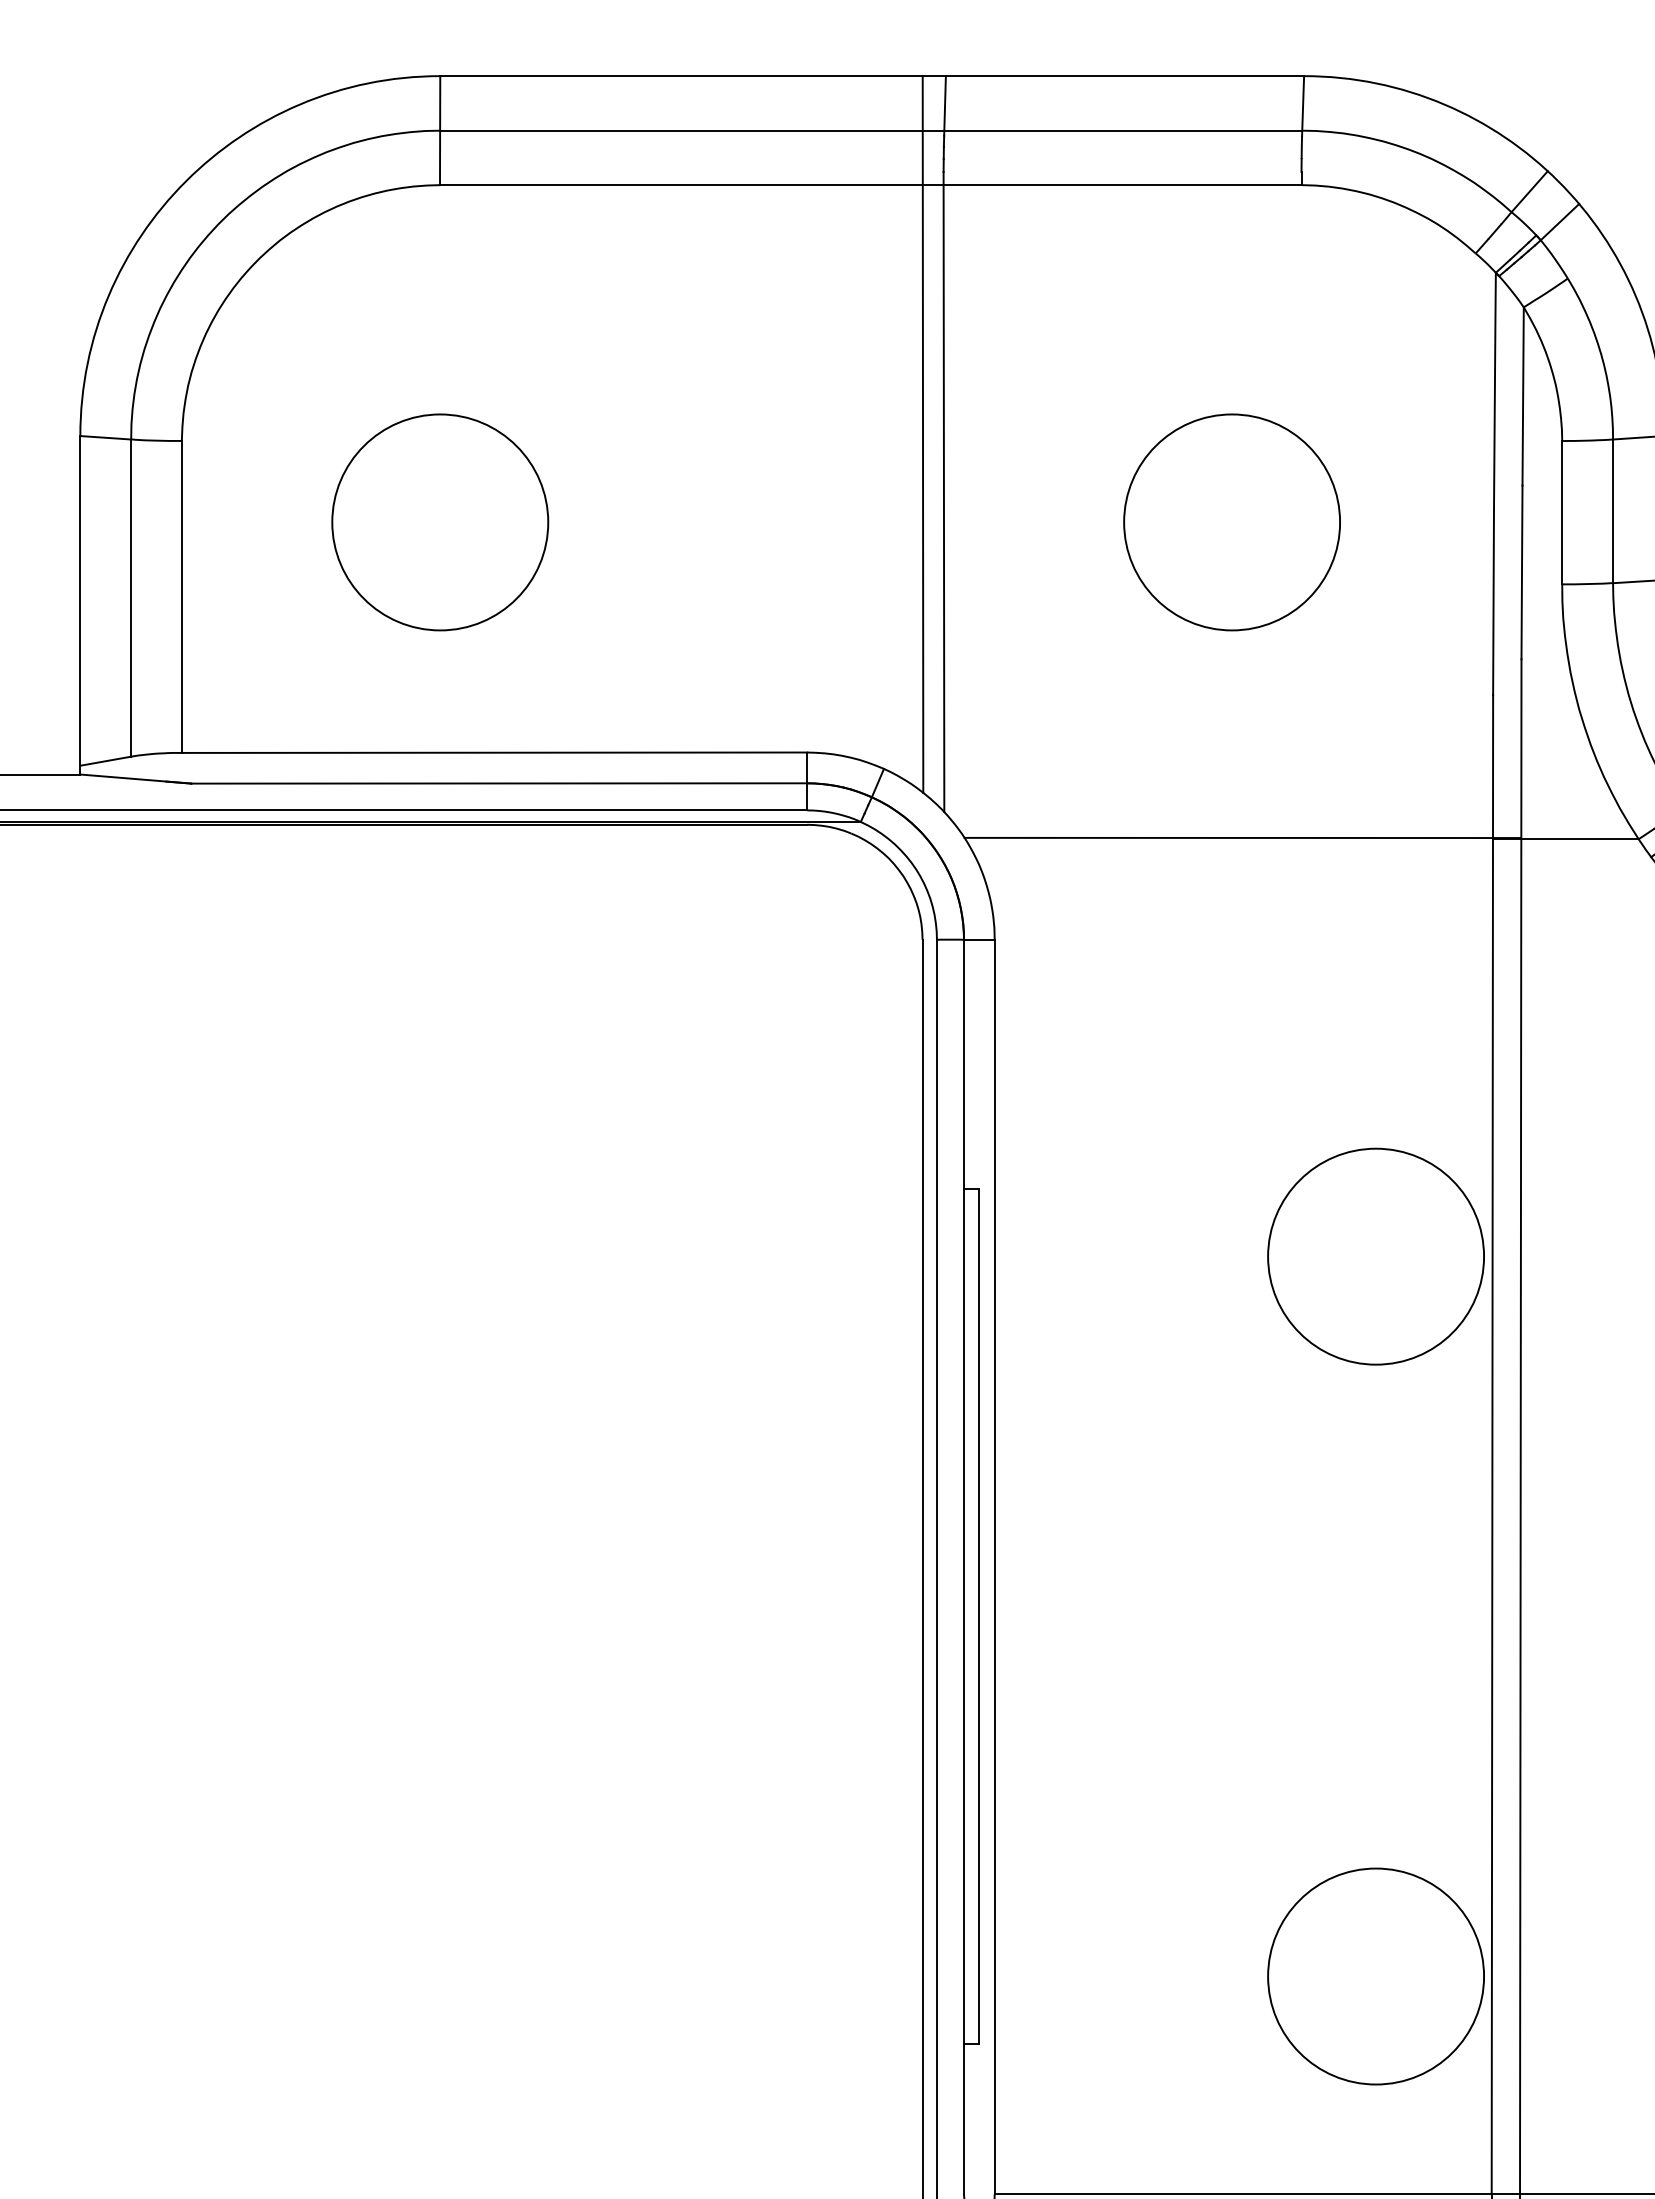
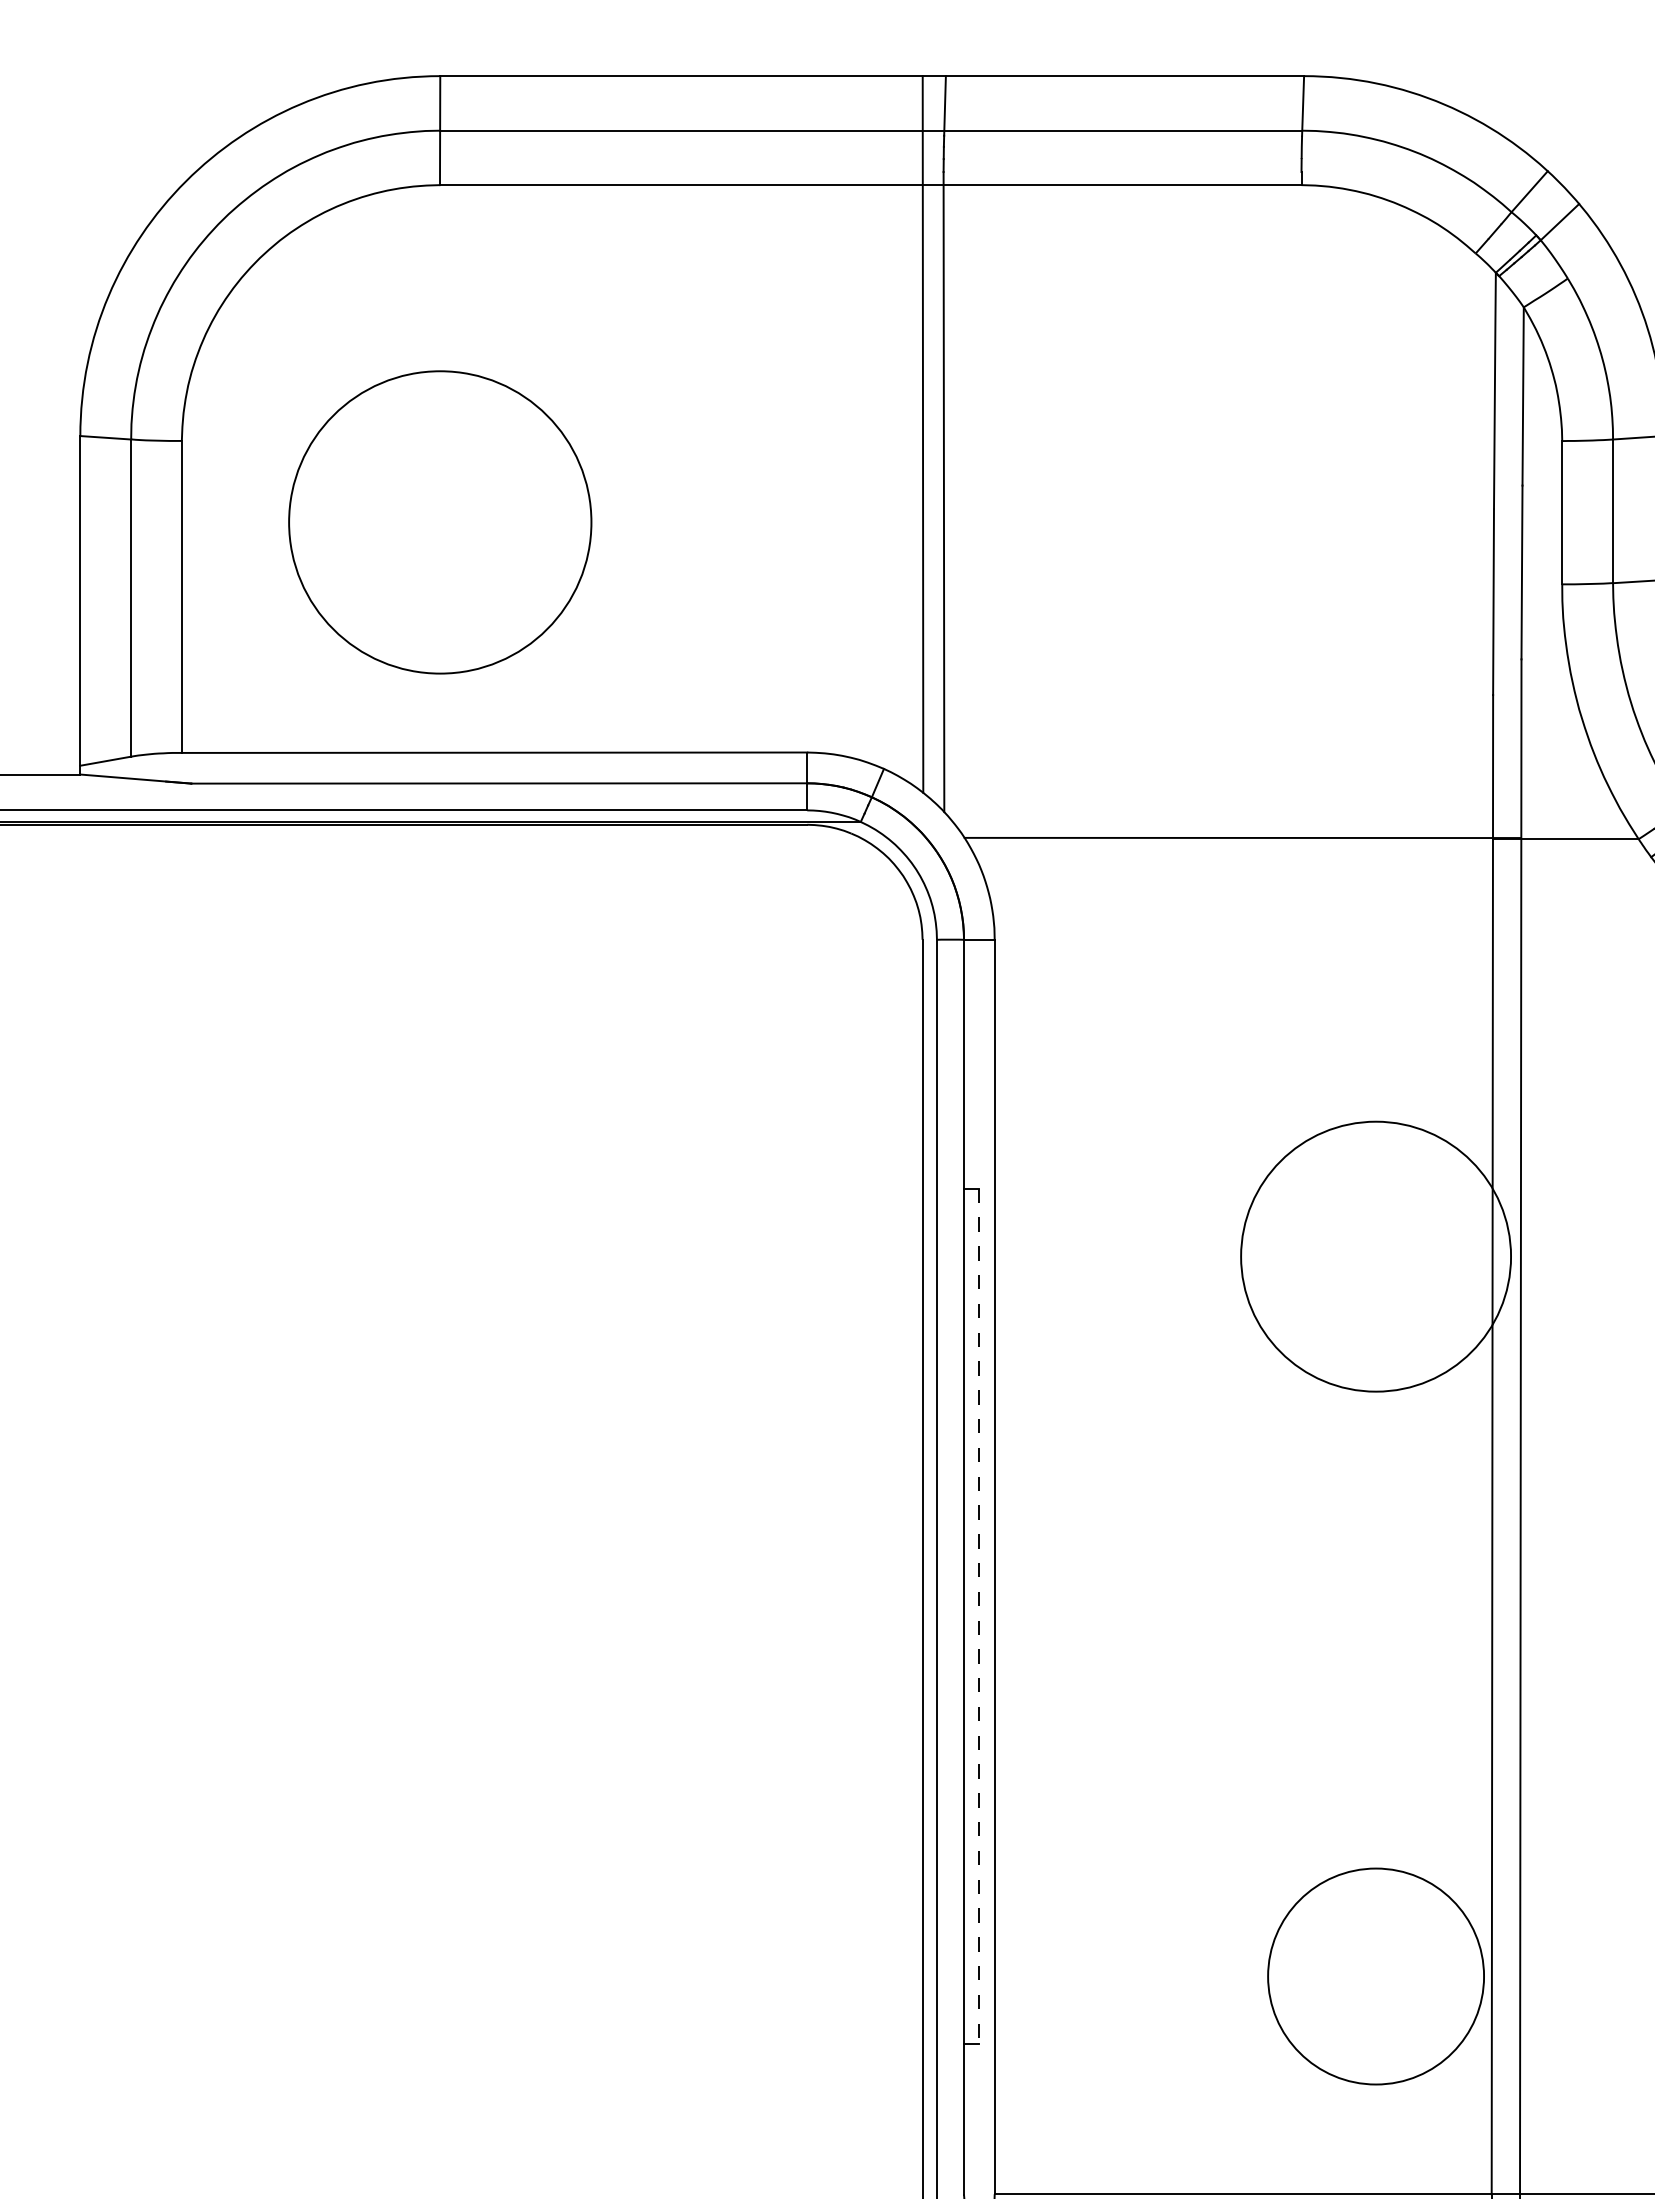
circle at (440, 522) diameter: 216 px -> 302 px
circle at (1231, 522): present -> none
circle at (1376, 1256) diameter: 216 px -> 270 px
line at (979, 1616): solid -> dashed
